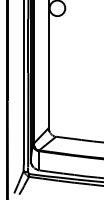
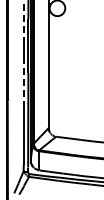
line at (23, 22): solid -> dashed
line at (23, 84): solid -> dashed
